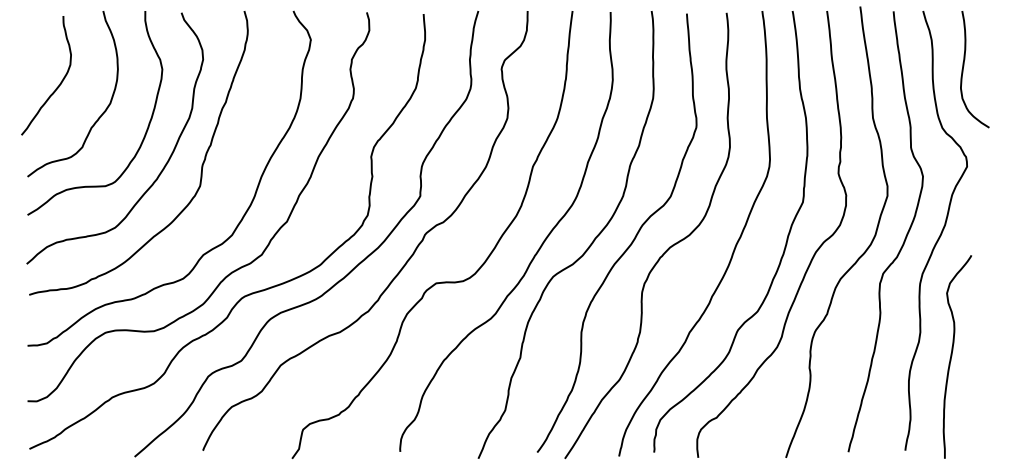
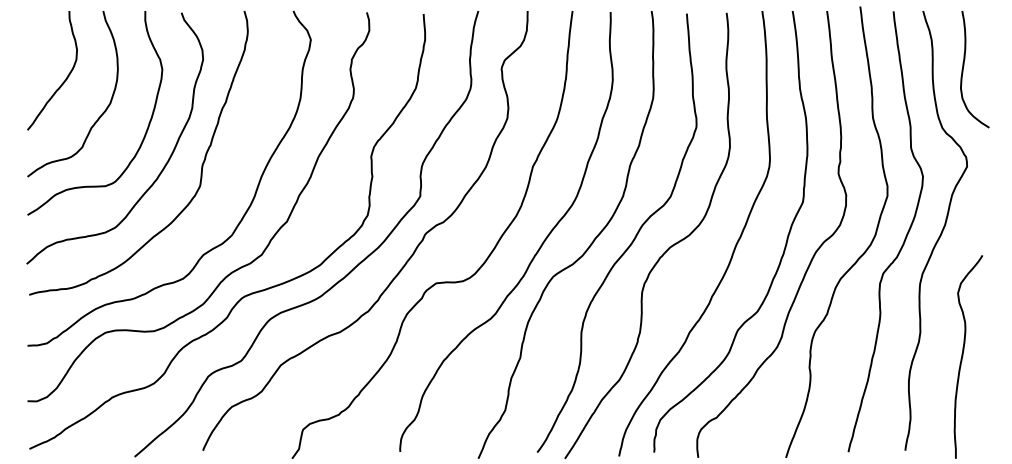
curve at (59, 83) position: (59, 83) -> (65, 78)
curve at (952, 356) position: (952, 356) -> (963, 356)
